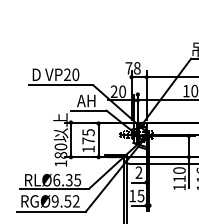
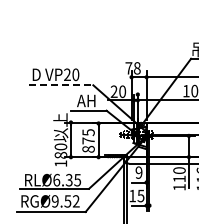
line at (61, 85): solid -> dashed
text at (88, 148): 175 -> 875
text at (138, 172): 2 -> 9
